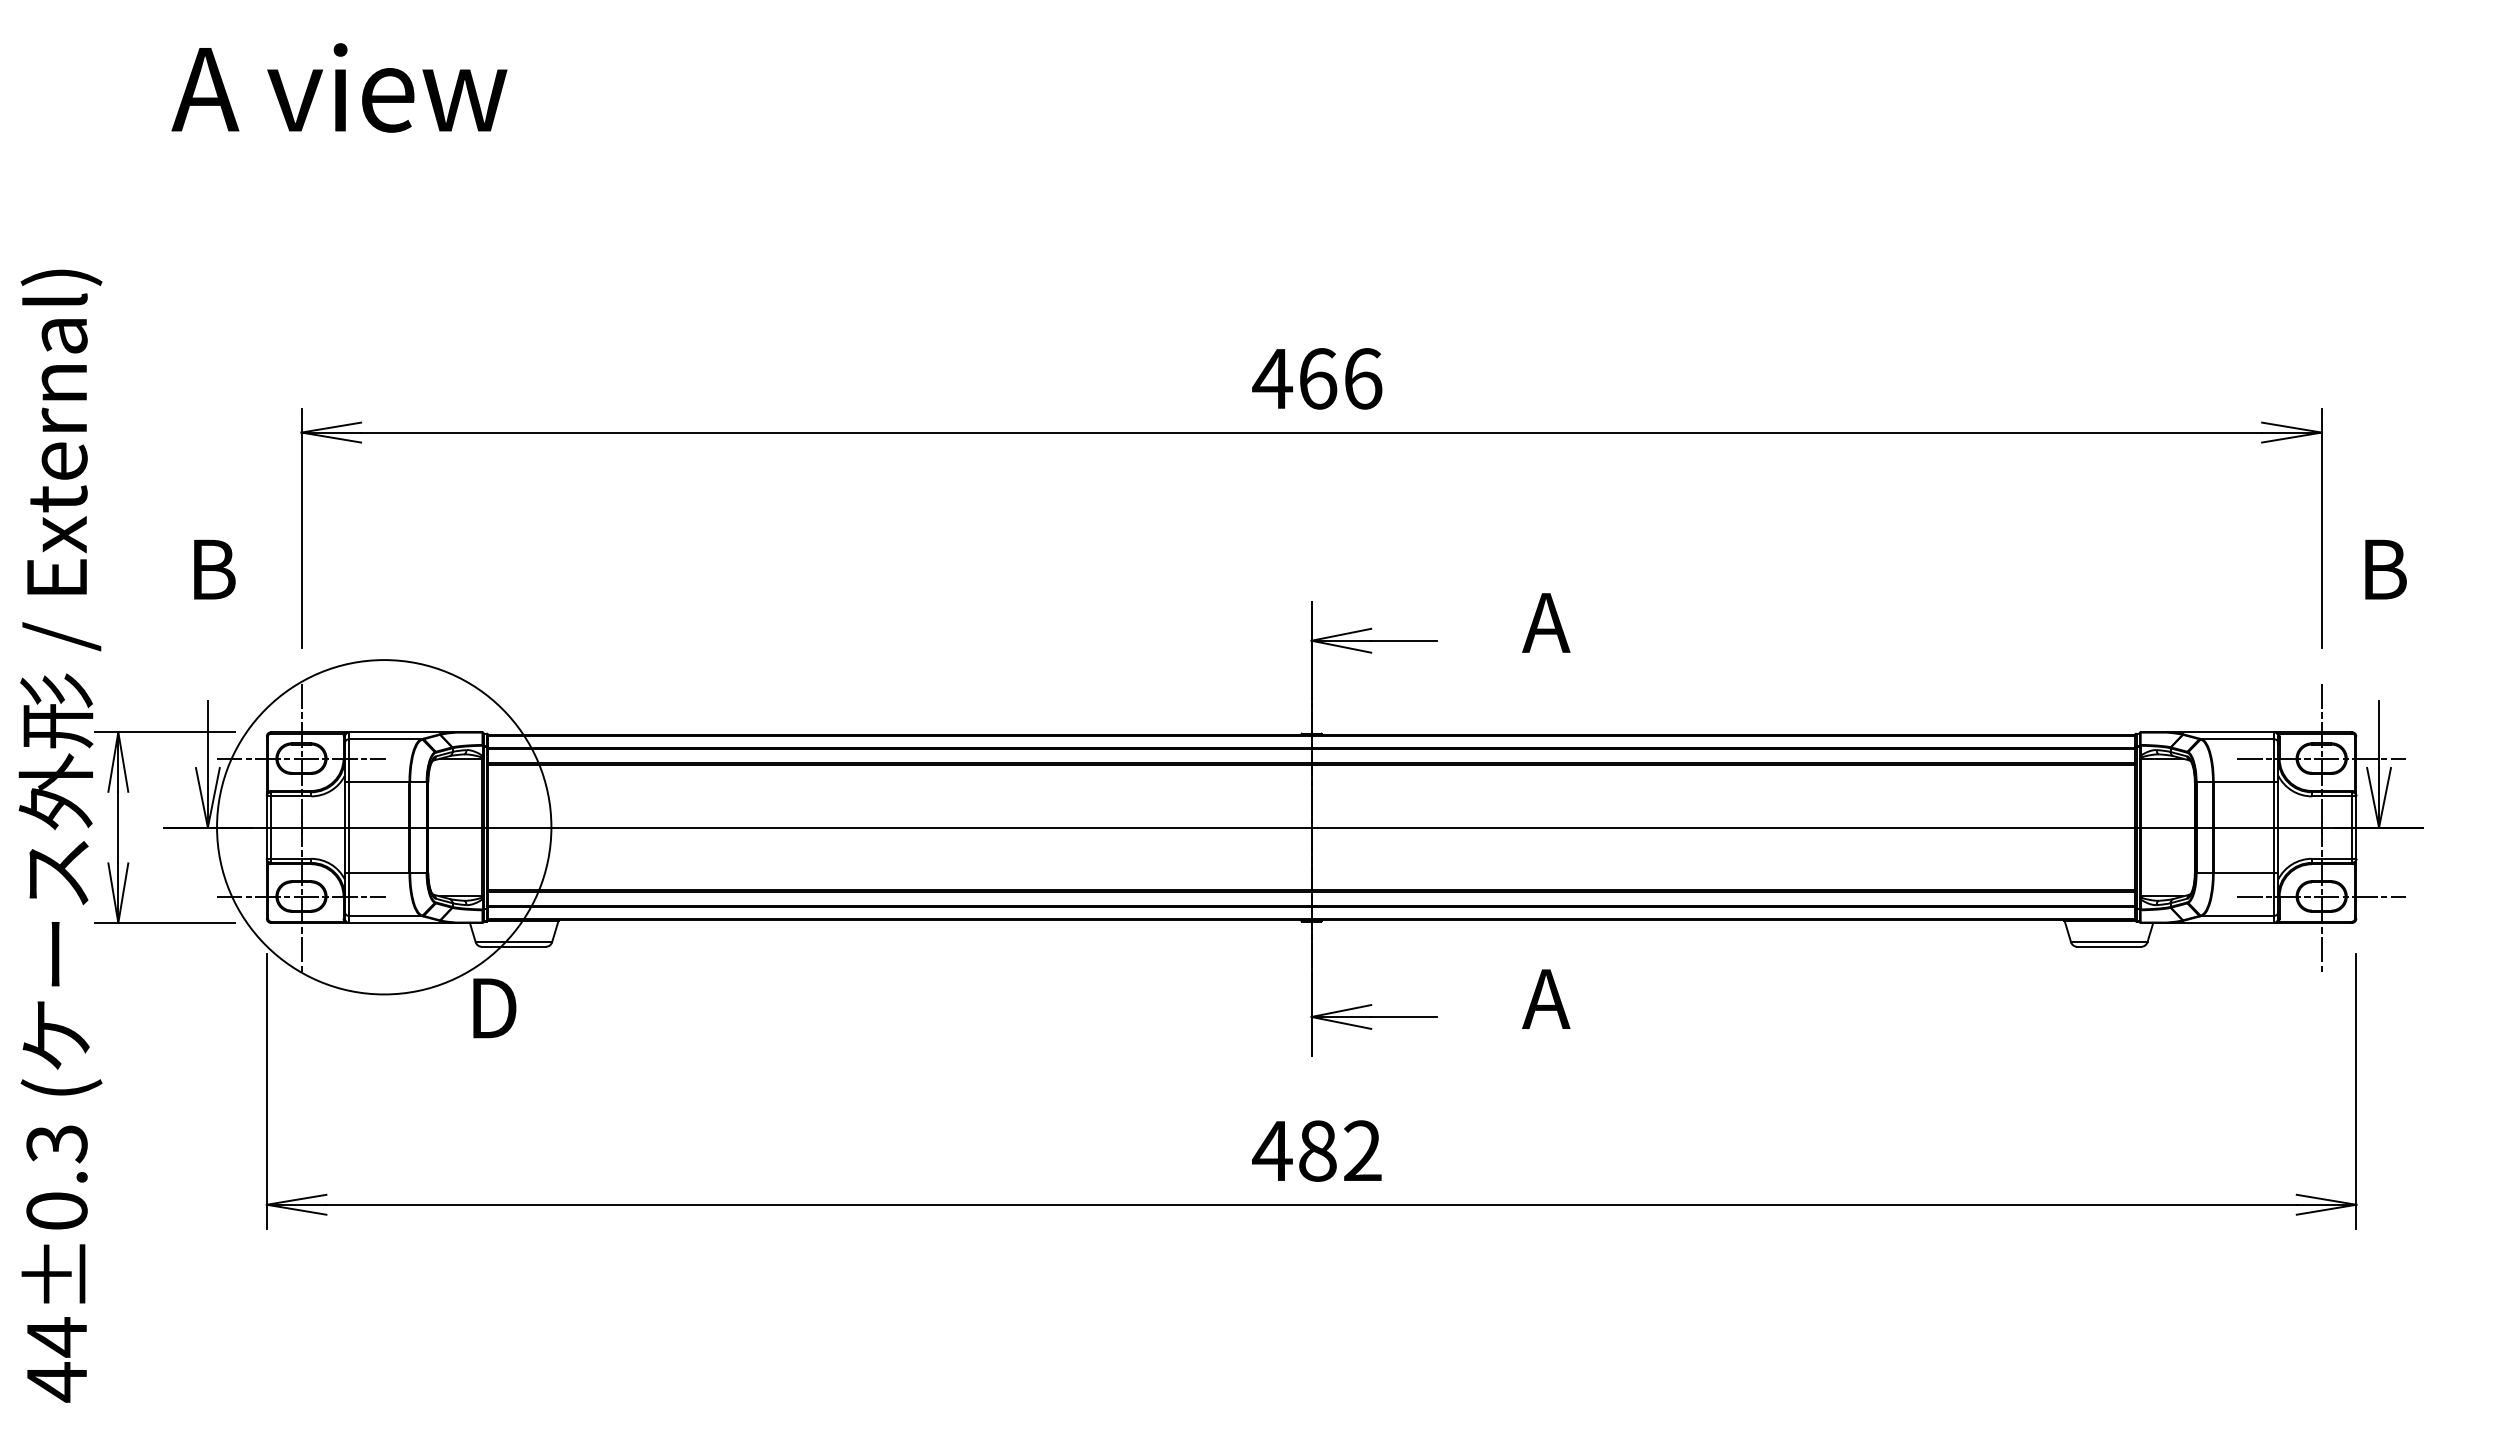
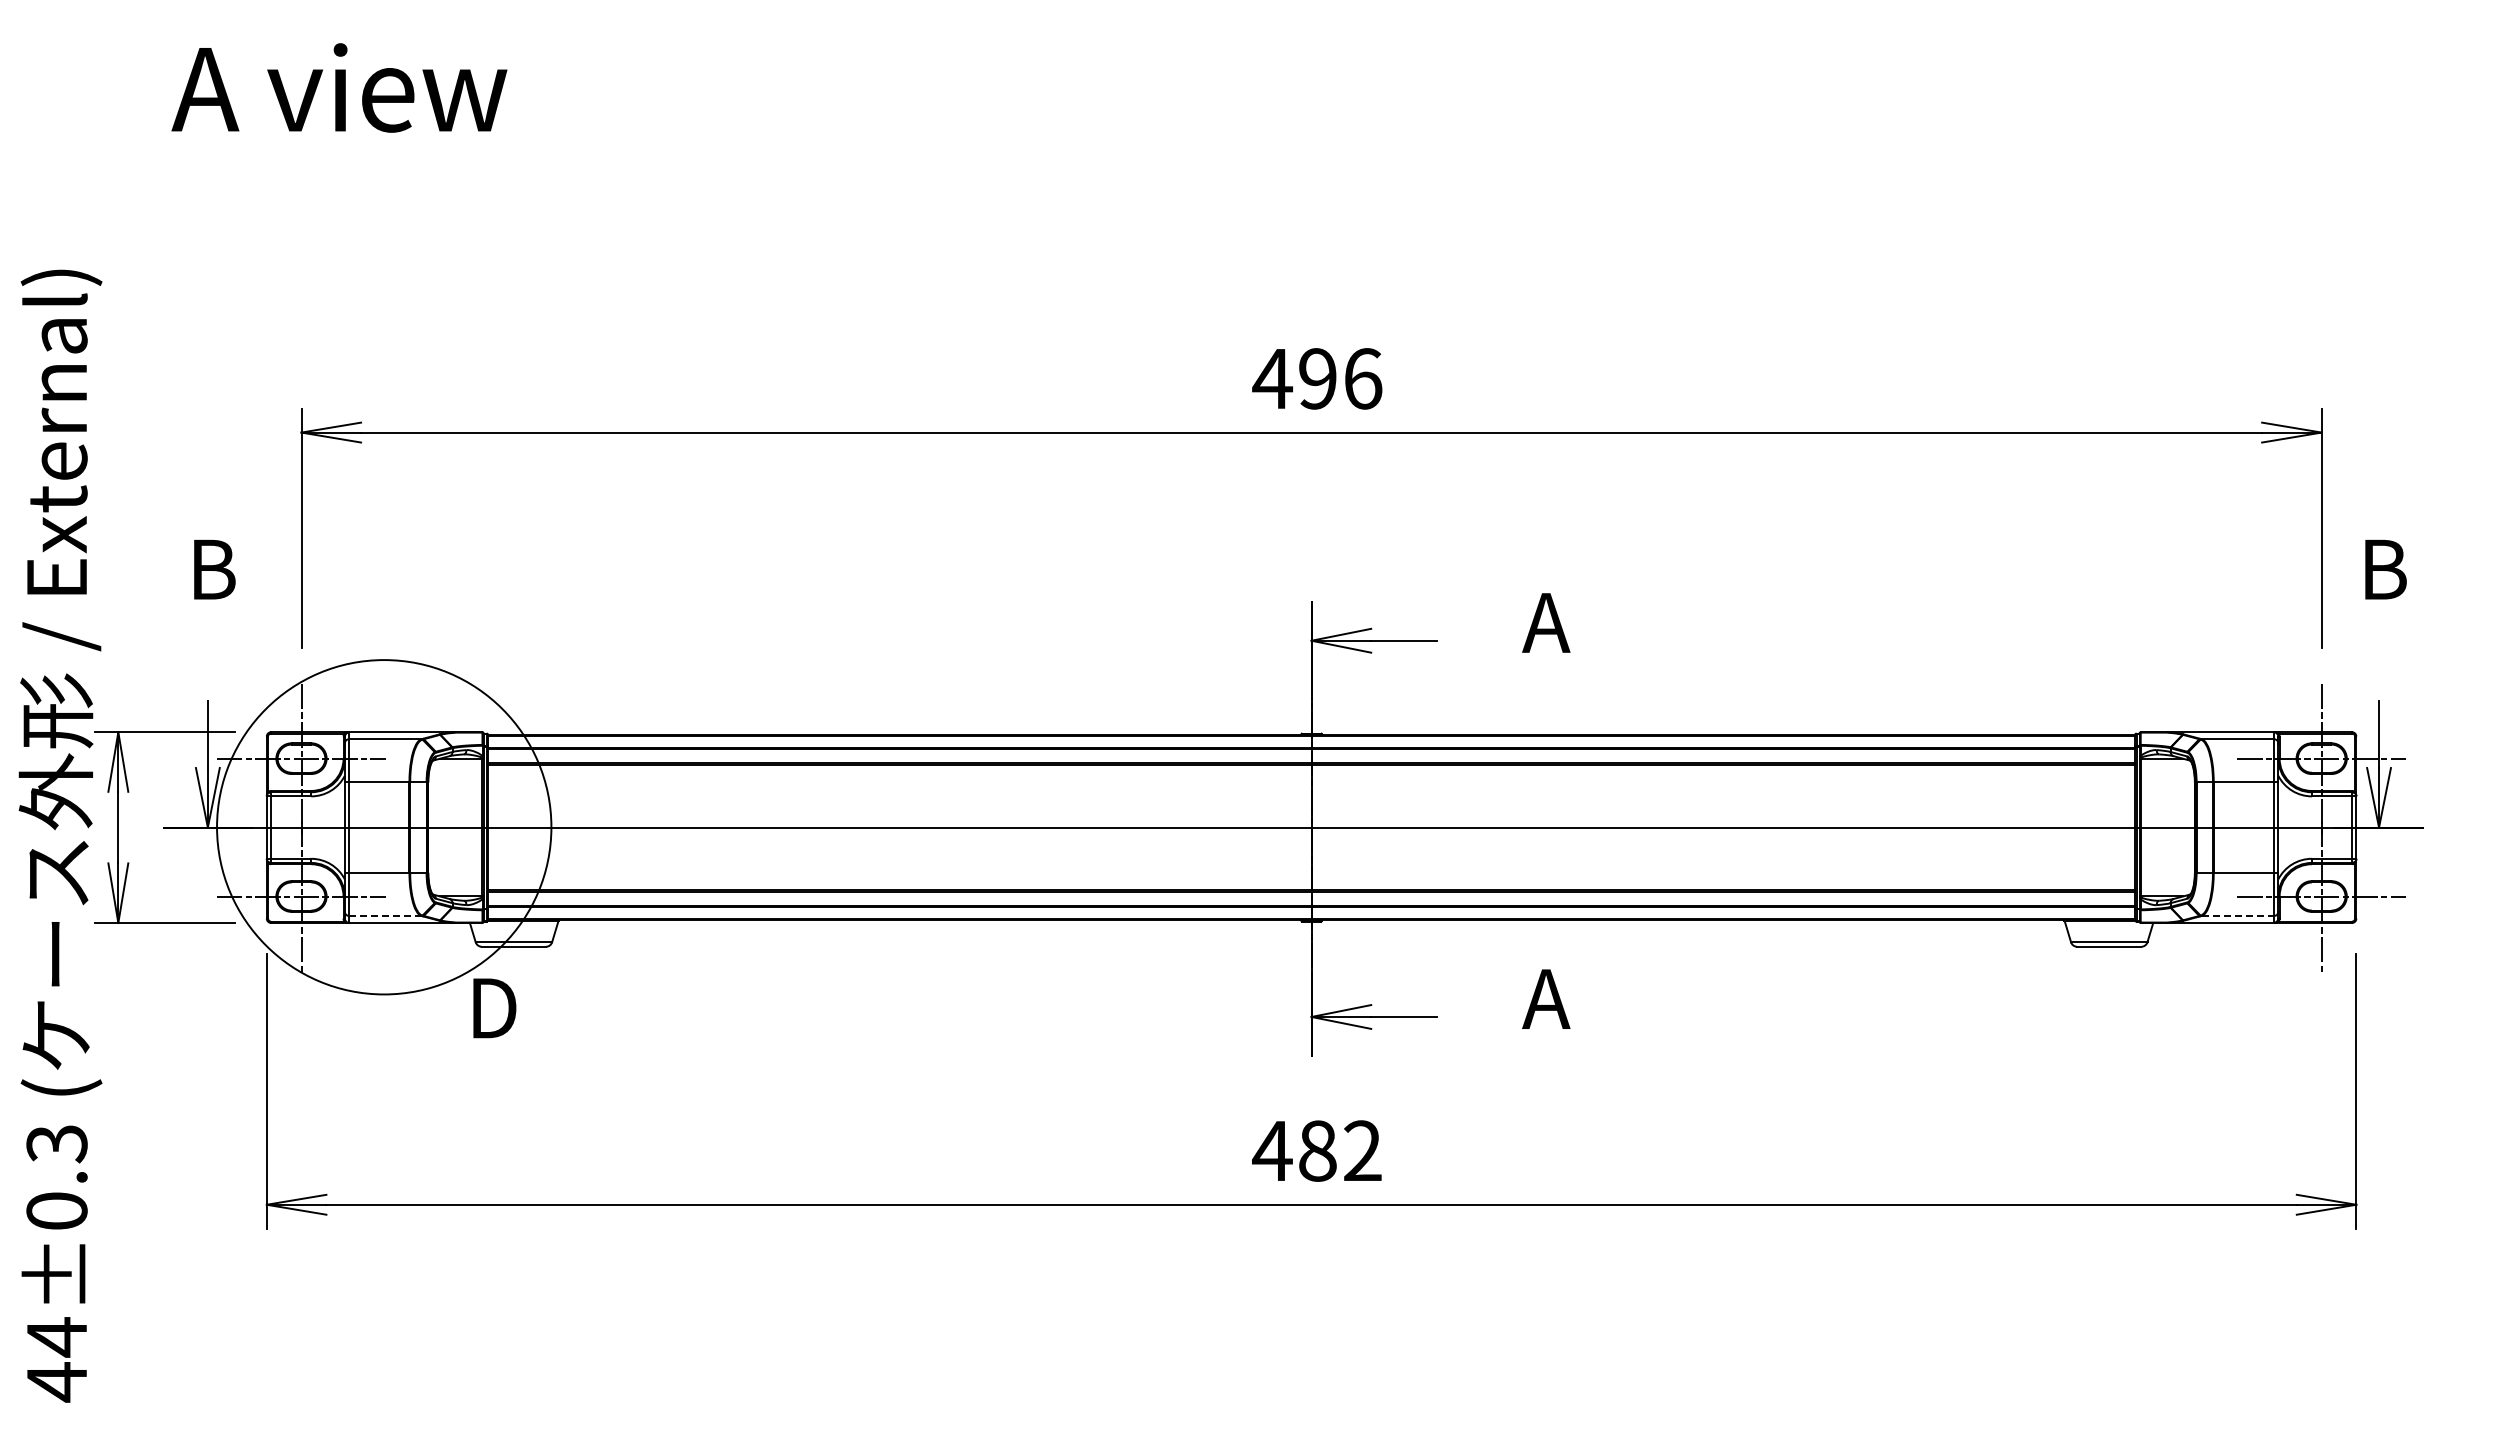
text at (1318, 378): 466 -> 496
line at (384, 916): solid -> dashed
line at (2238, 916): solid -> dashed
